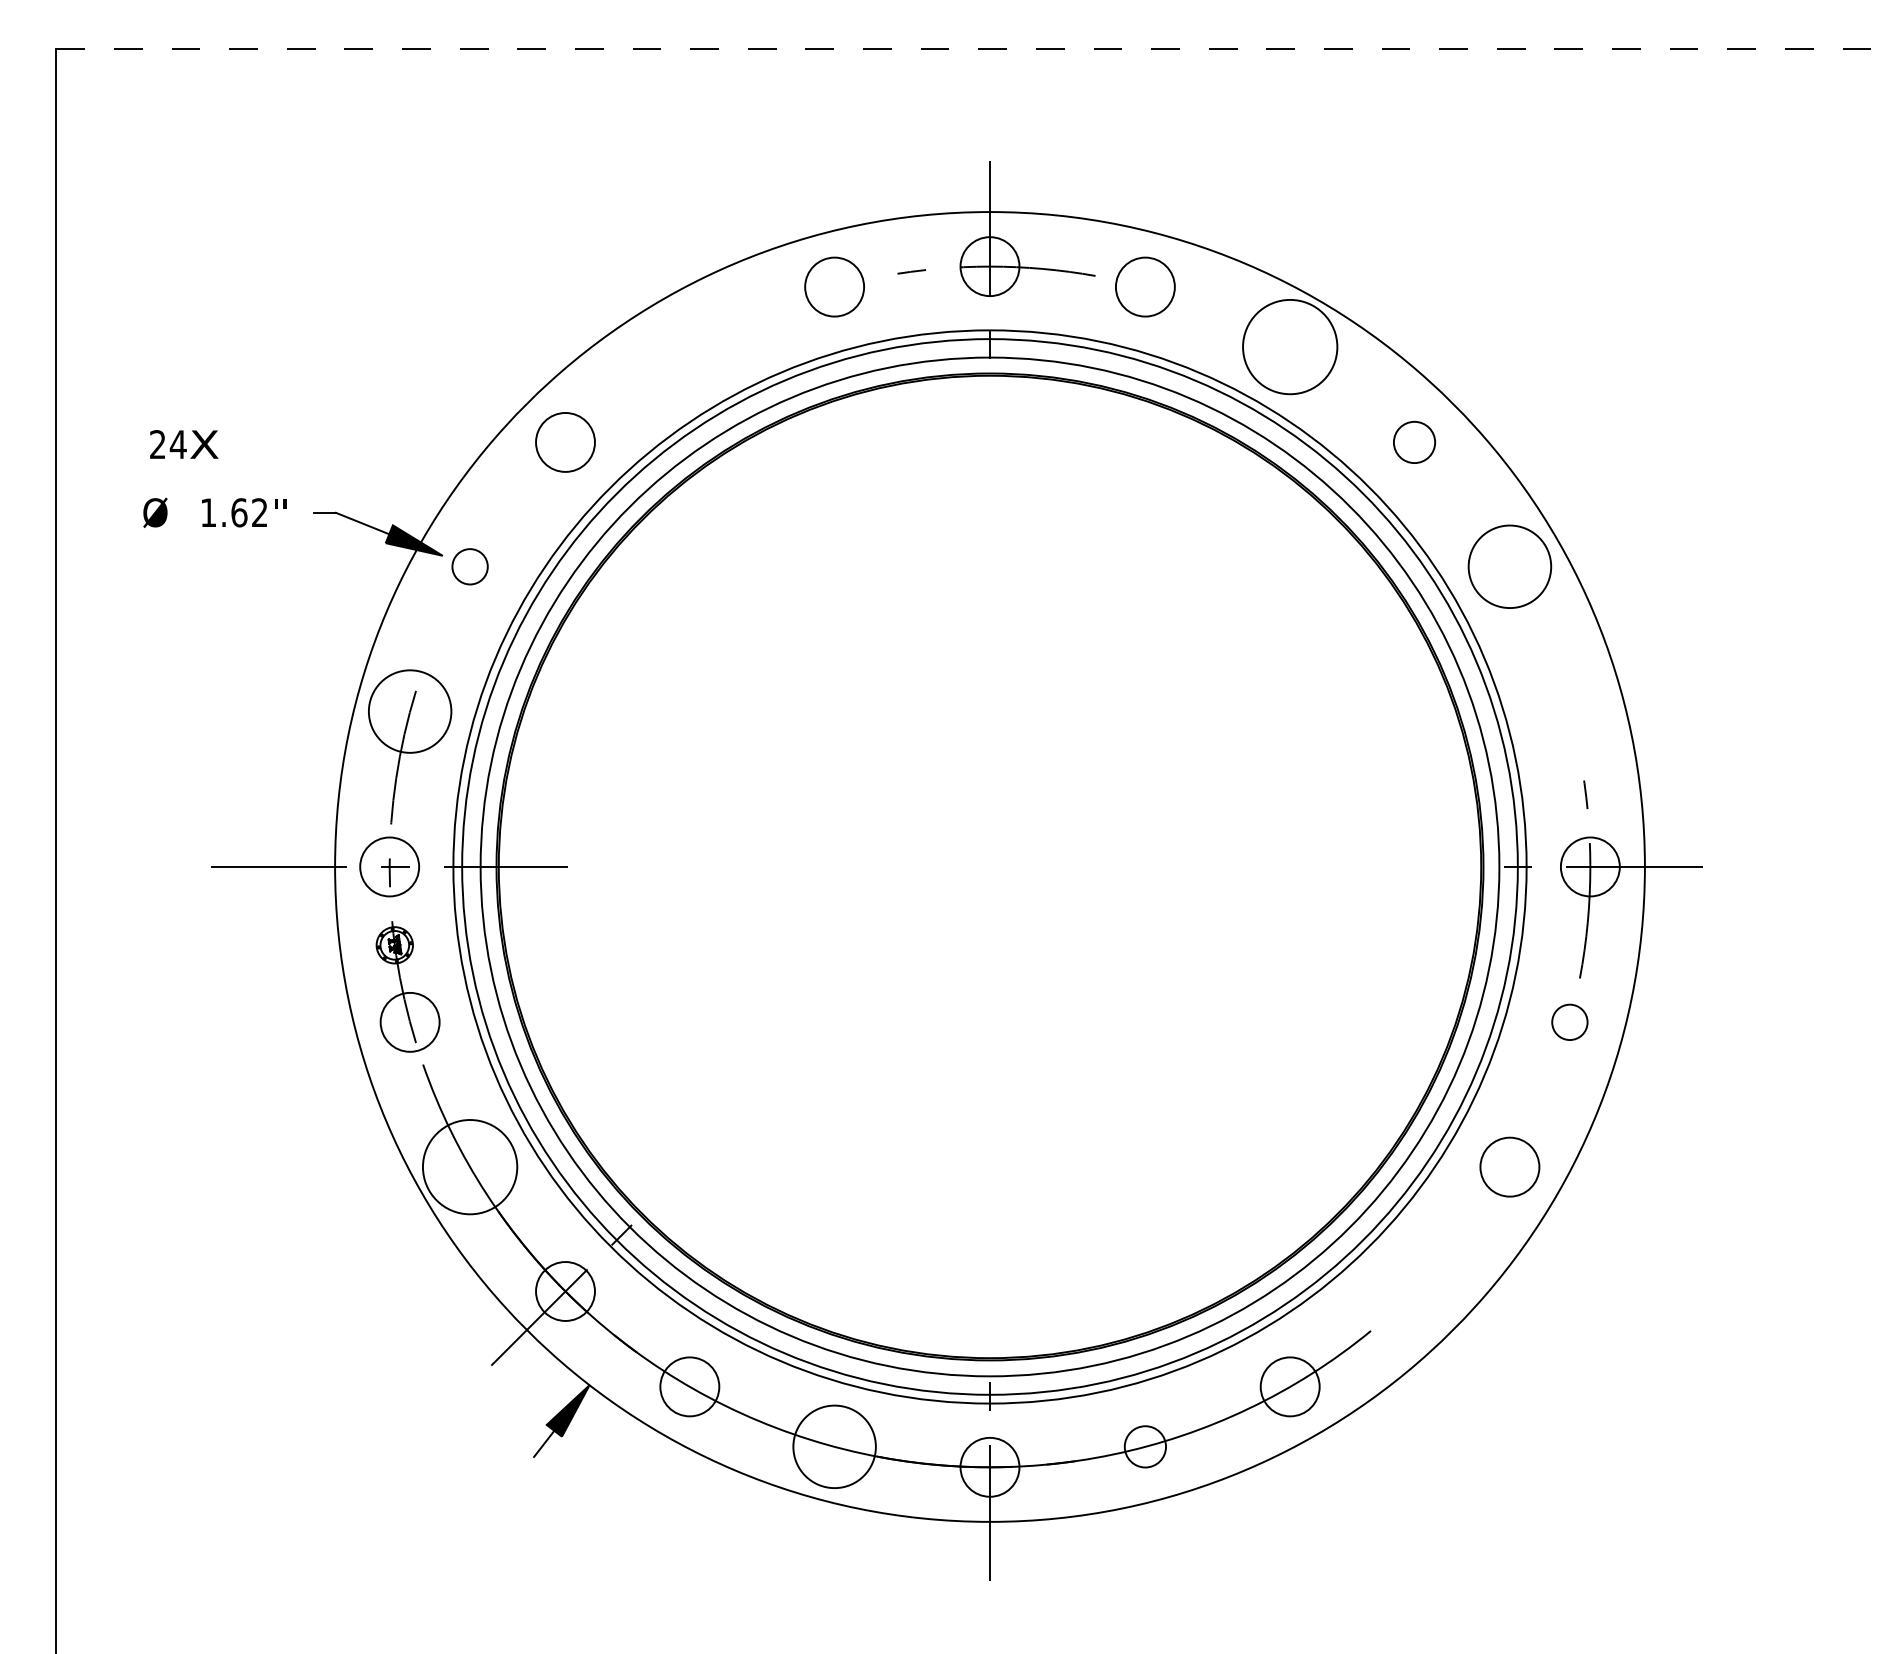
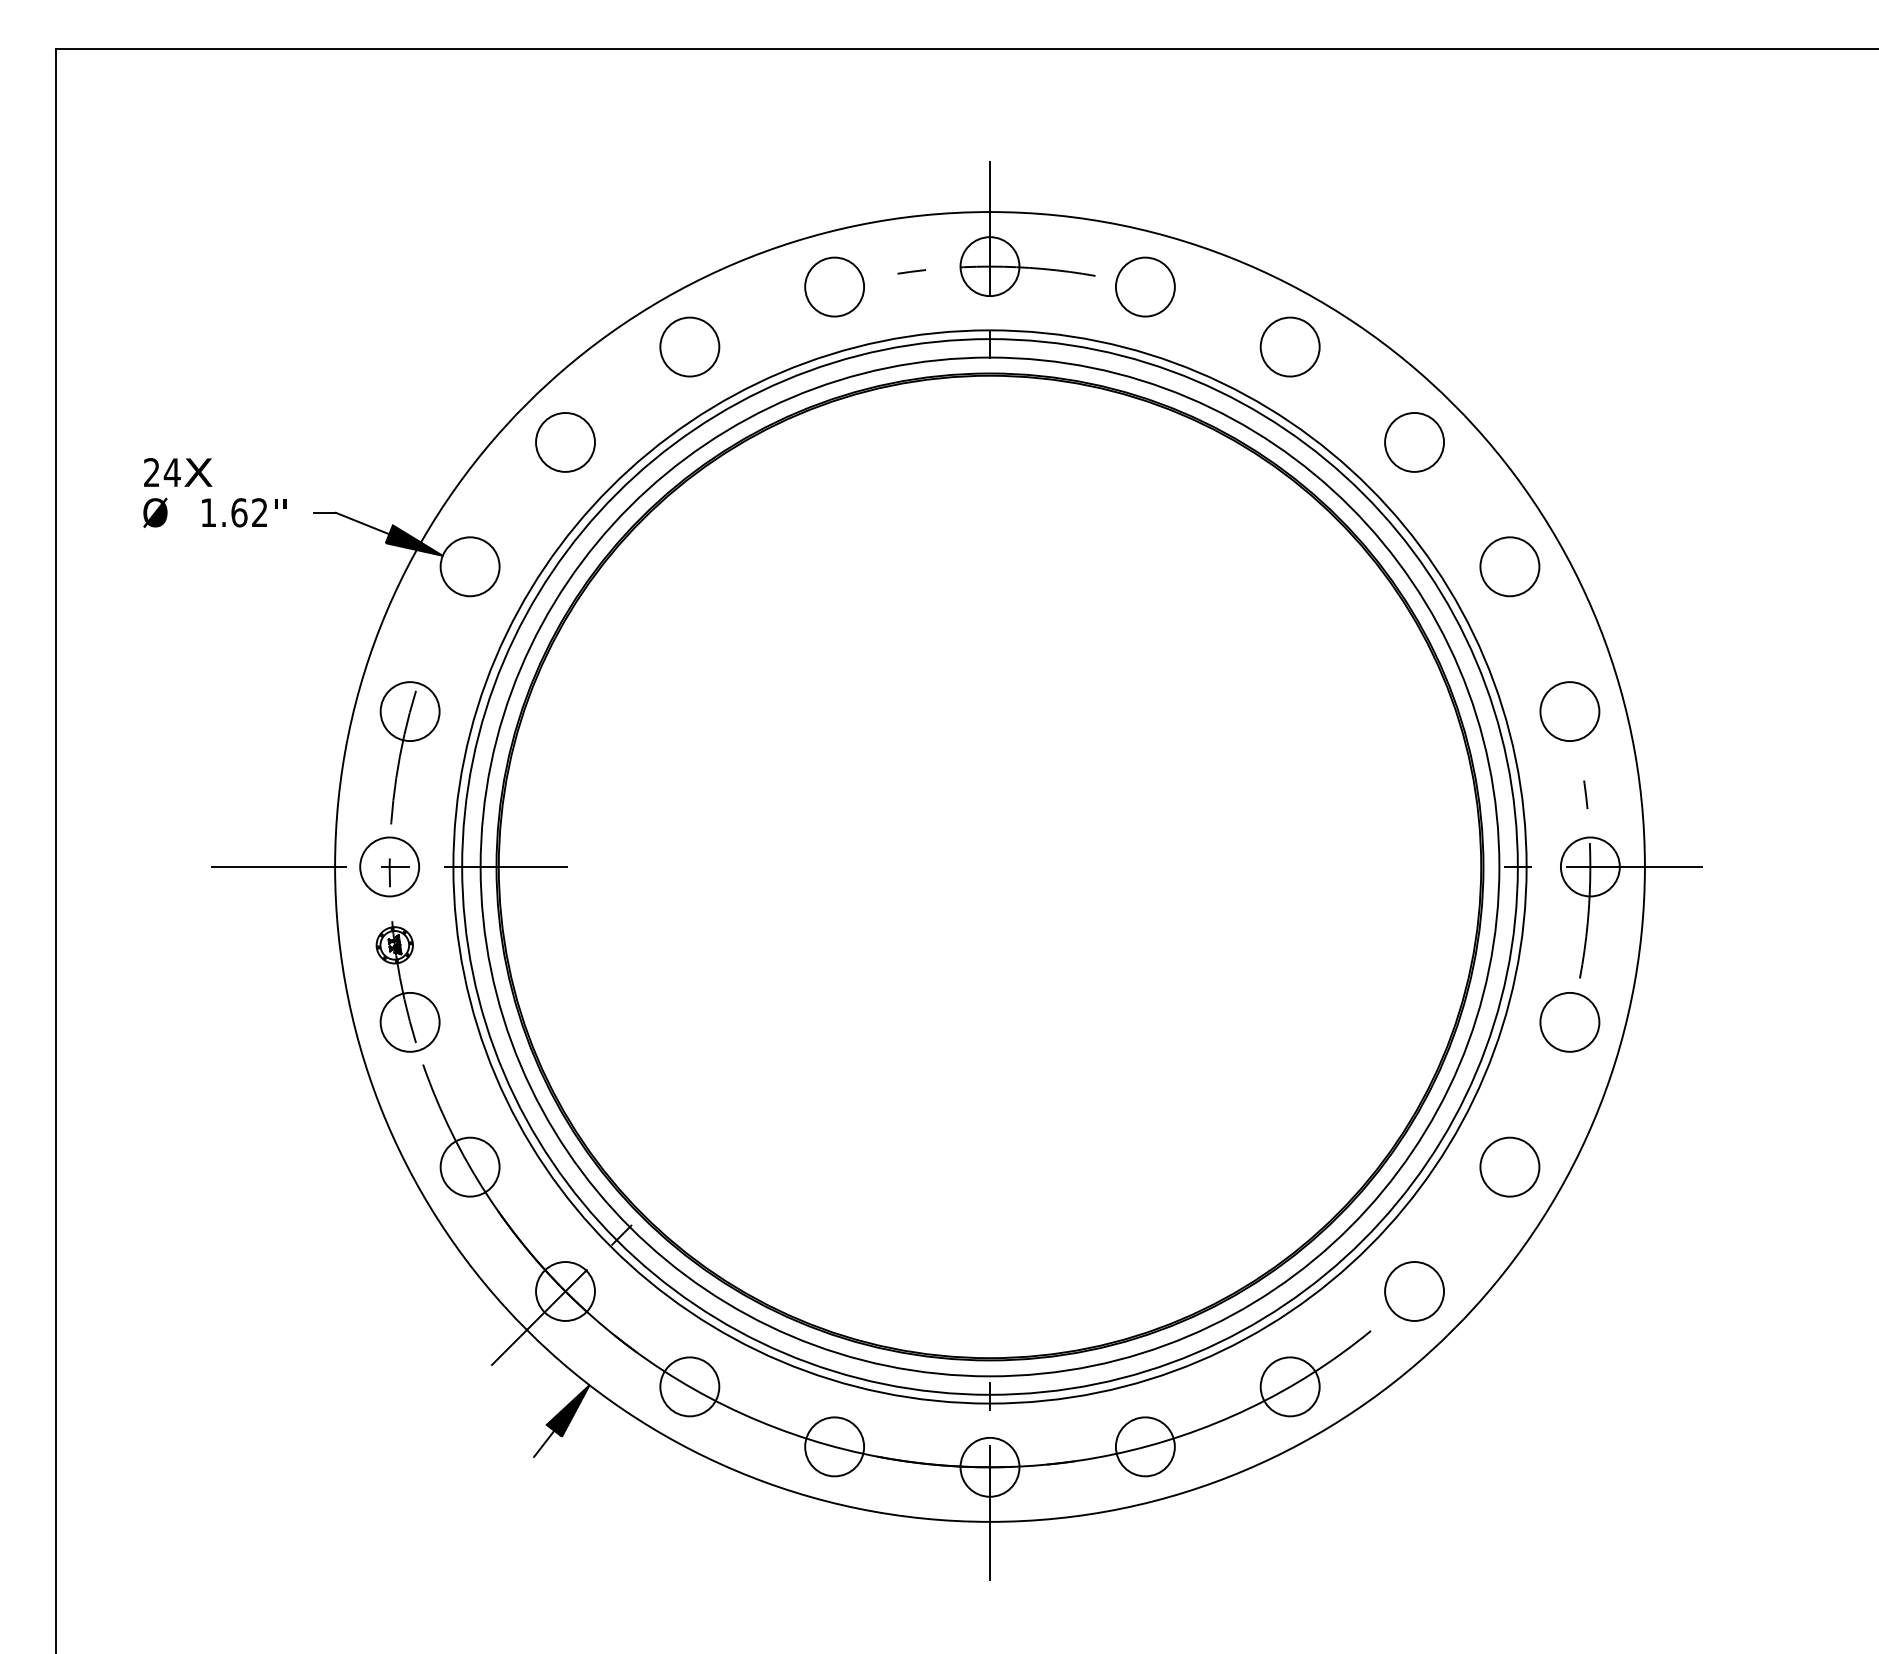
line at (967, 49): dashed -> solid
circle at (689, 346): none -> present
circle at (1290, 346) diameter: 94 px -> 59 px
circle at (1414, 442) diameter: 41 px -> 59 px
text at (184, 444) position: (184, 444) -> (178, 472)
circle at (469, 566) diameter: 35 px -> 59 px
circle at (1509, 566) diameter: 83 px -> 59 px
circle at (409, 711) diameter: 83 px -> 59 px
circle at (1569, 711): none -> present
circle at (1569, 1022) diameter: 35 px -> 59 px
circle at (469, 1167) diameter: 94 px -> 59 px
circle at (1414, 1291): none -> present
circle at (834, 1446) diameter: 83 px -> 59 px
circle at (1145, 1446) diameter: 41 px -> 59 px
